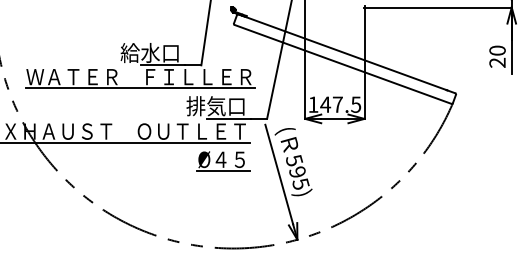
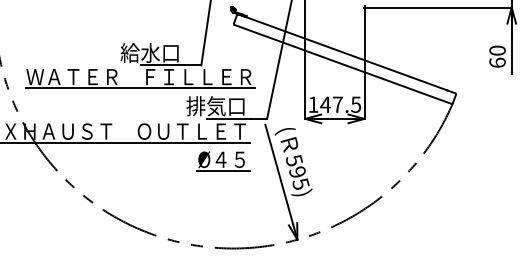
text at (497, 62): 20 -> 60
